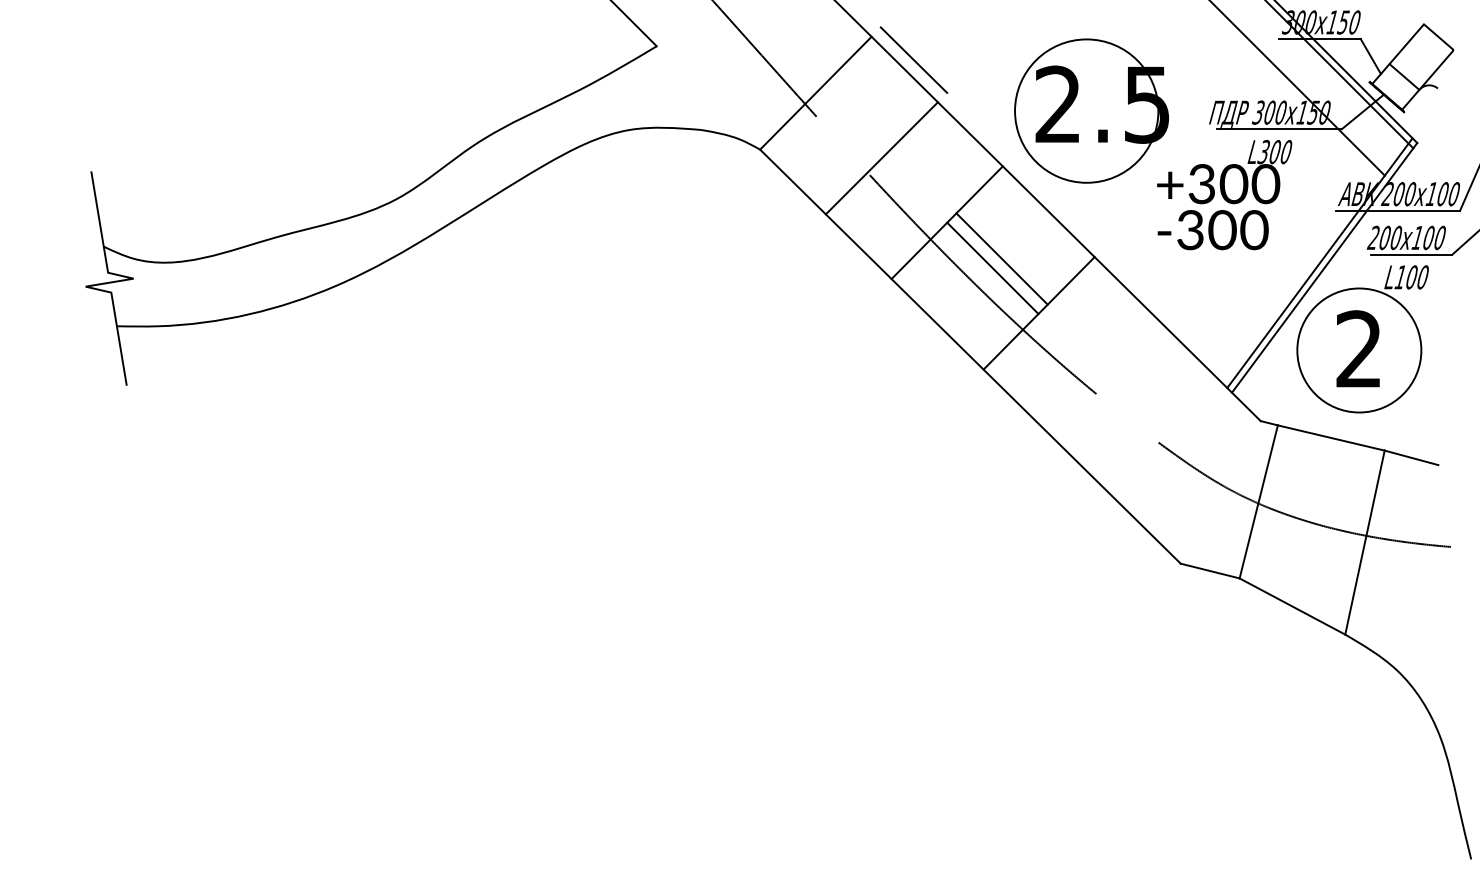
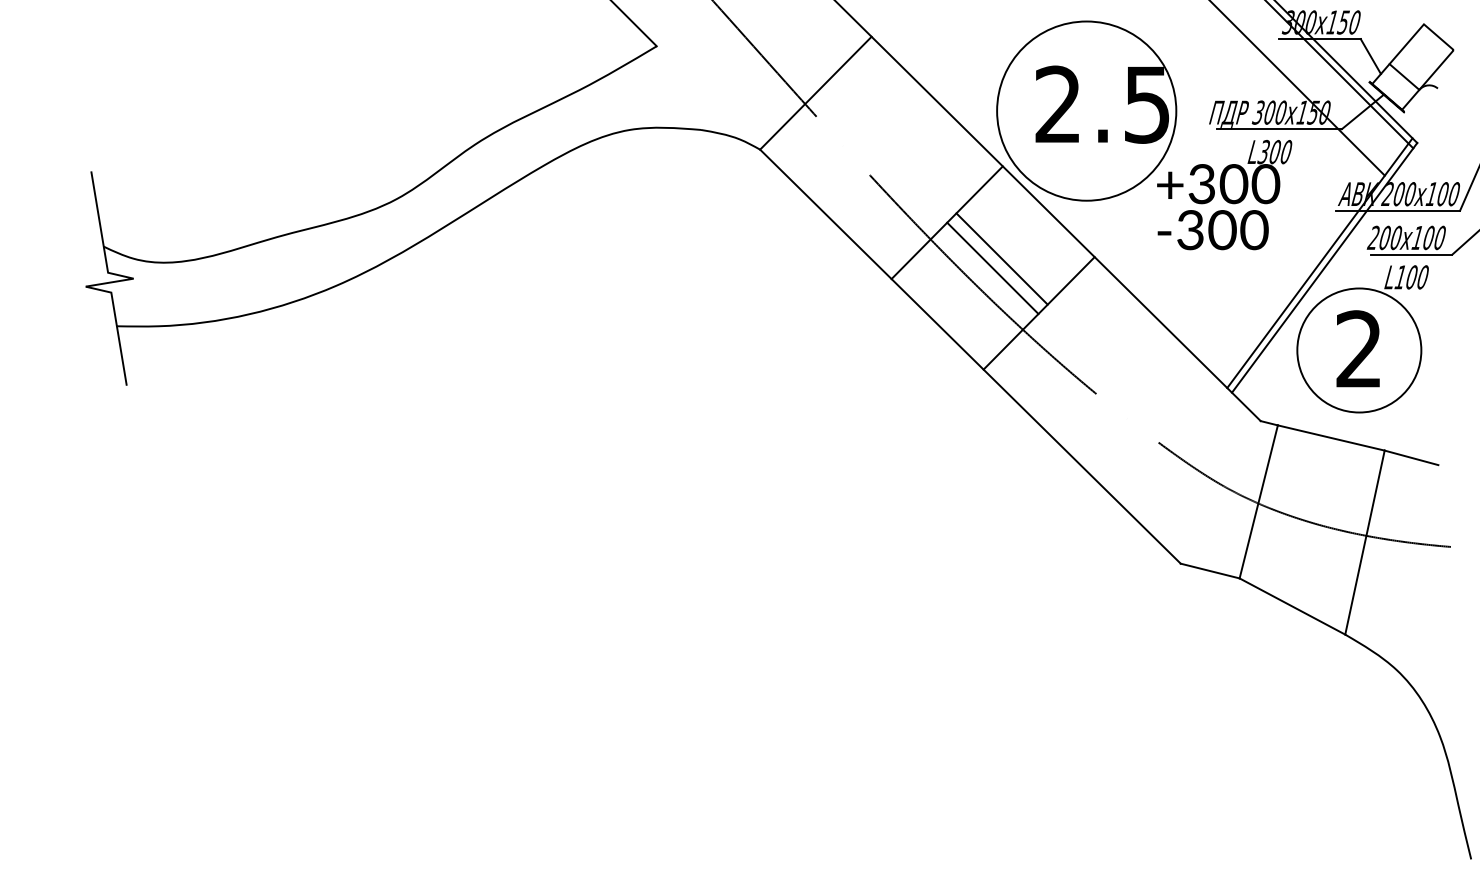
line at (913, 59): present -> none
circle at (1086, 110) diameter: 143 px -> 179 px
line at (881, 158): present -> none
